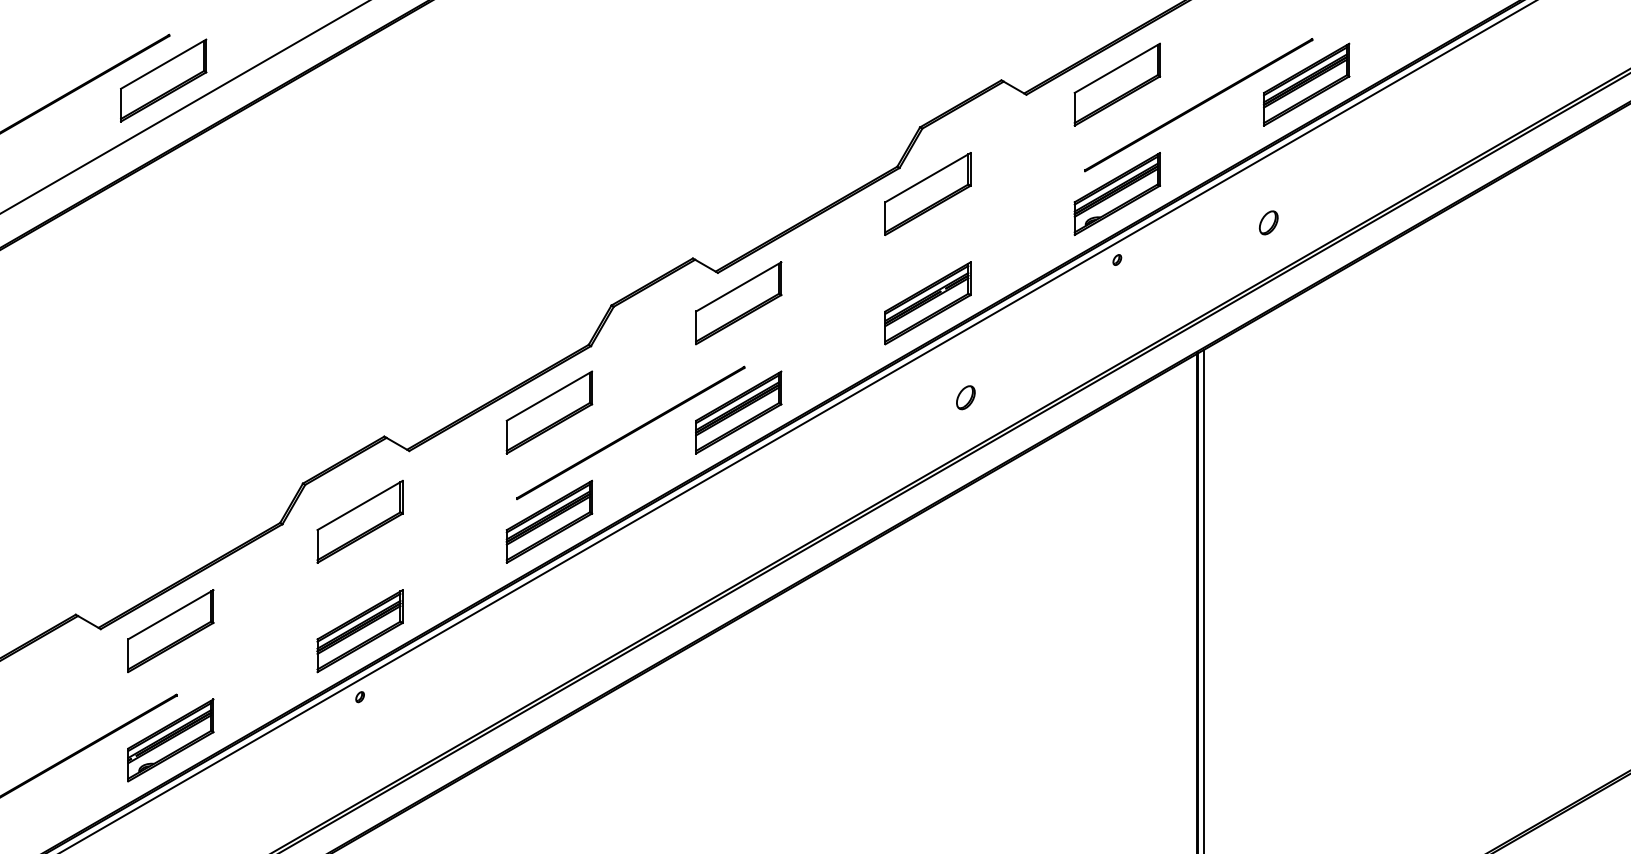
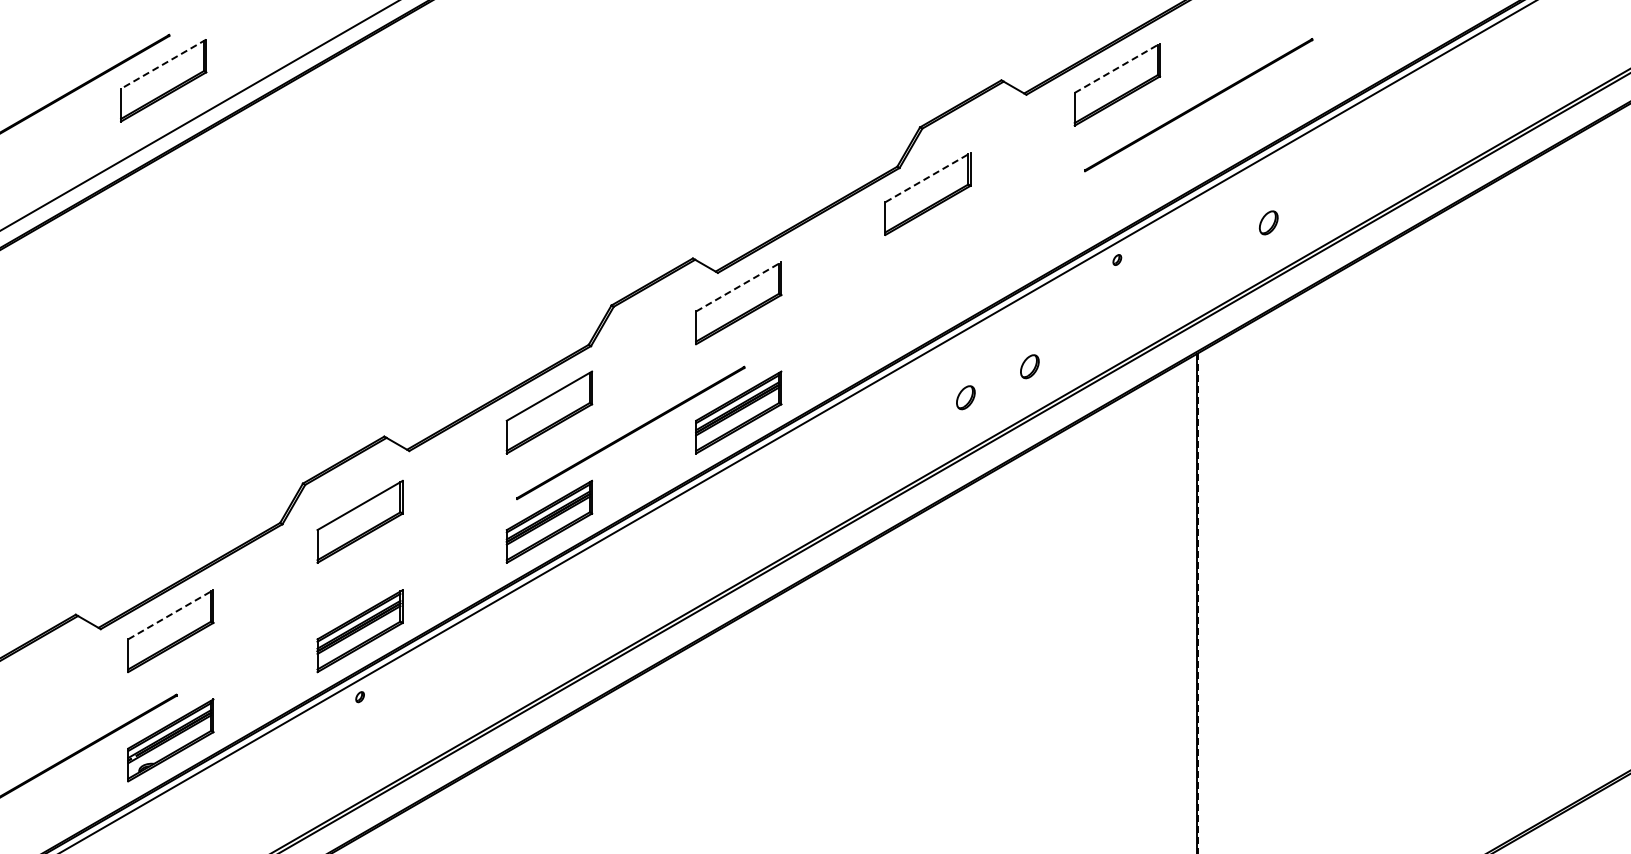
line at (163, 64): solid -> dashed
line at (1117, 68): solid -> dashed
part at (1306, 84): present -> none
line at (184, 107) position: (184, 107) -> (199, 115)
line at (928, 177): solid -> dashed
part at (1116, 194): present -> none
line at (739, 286): solid -> dashed
part at (927, 303): present -> none
part at (1029, 366): none -> present
line at (1204, 599): present -> none
line at (1198, 603): solid -> dashed
line at (171, 614): solid -> dashed
